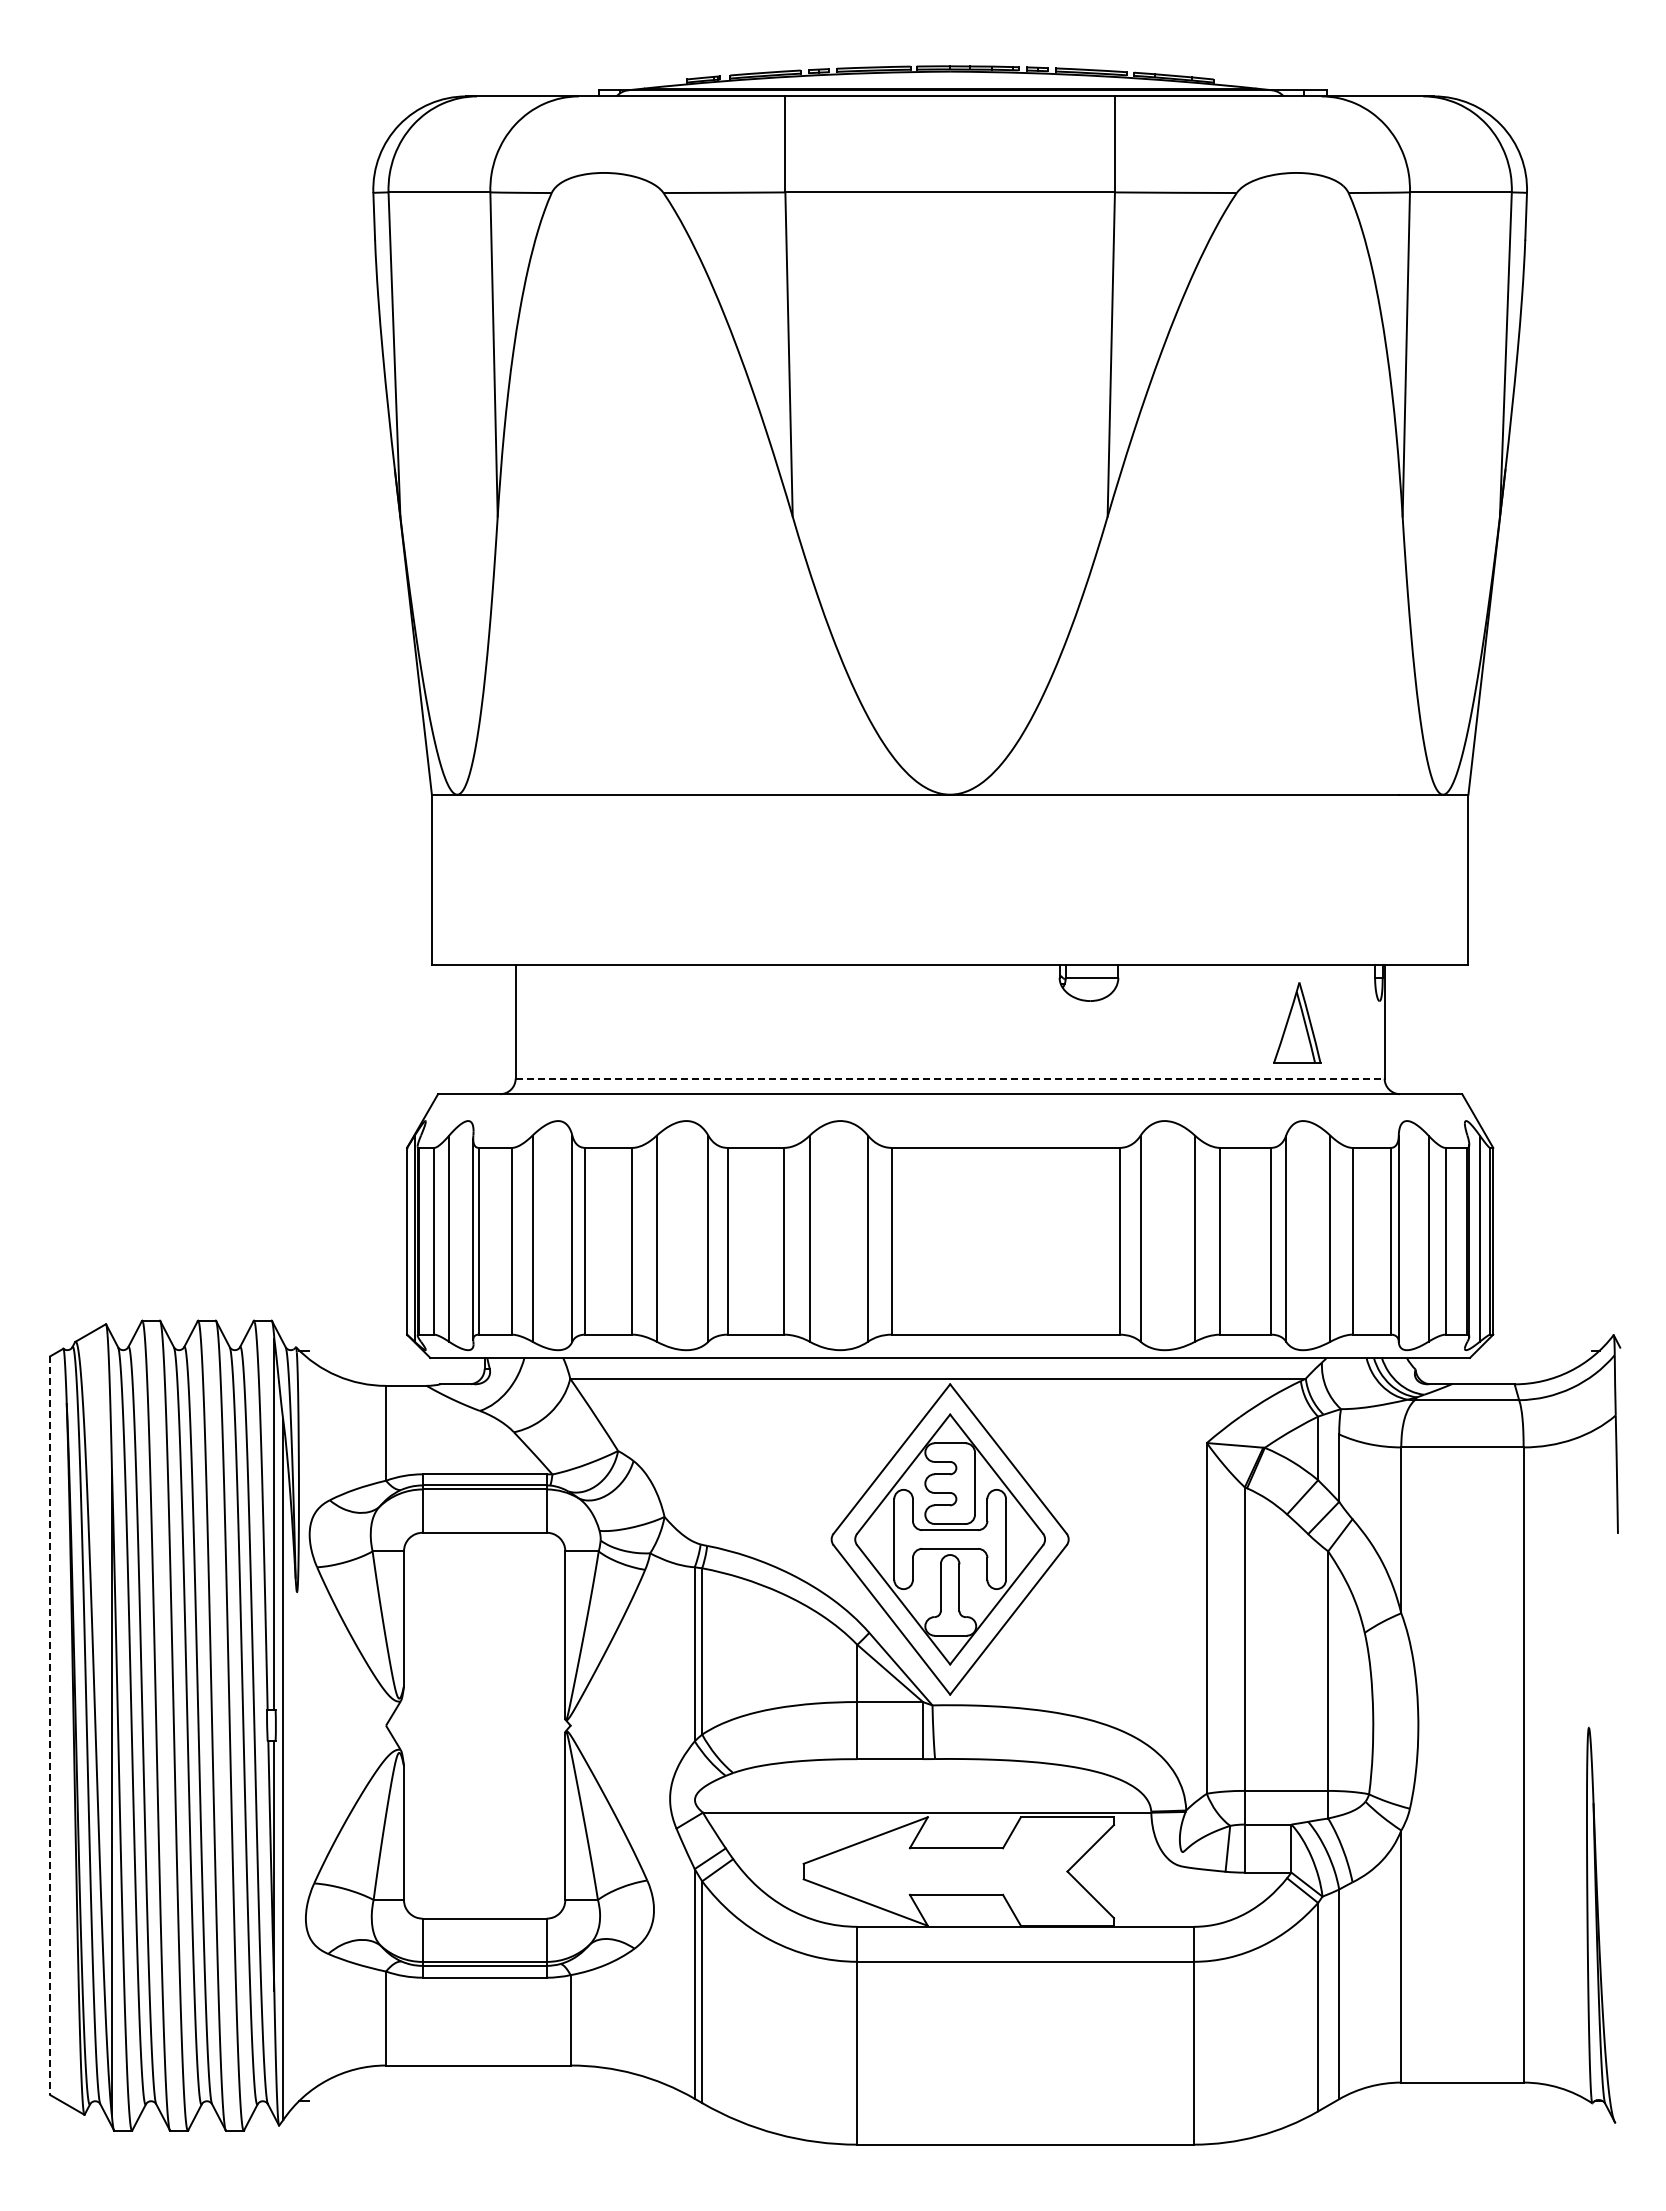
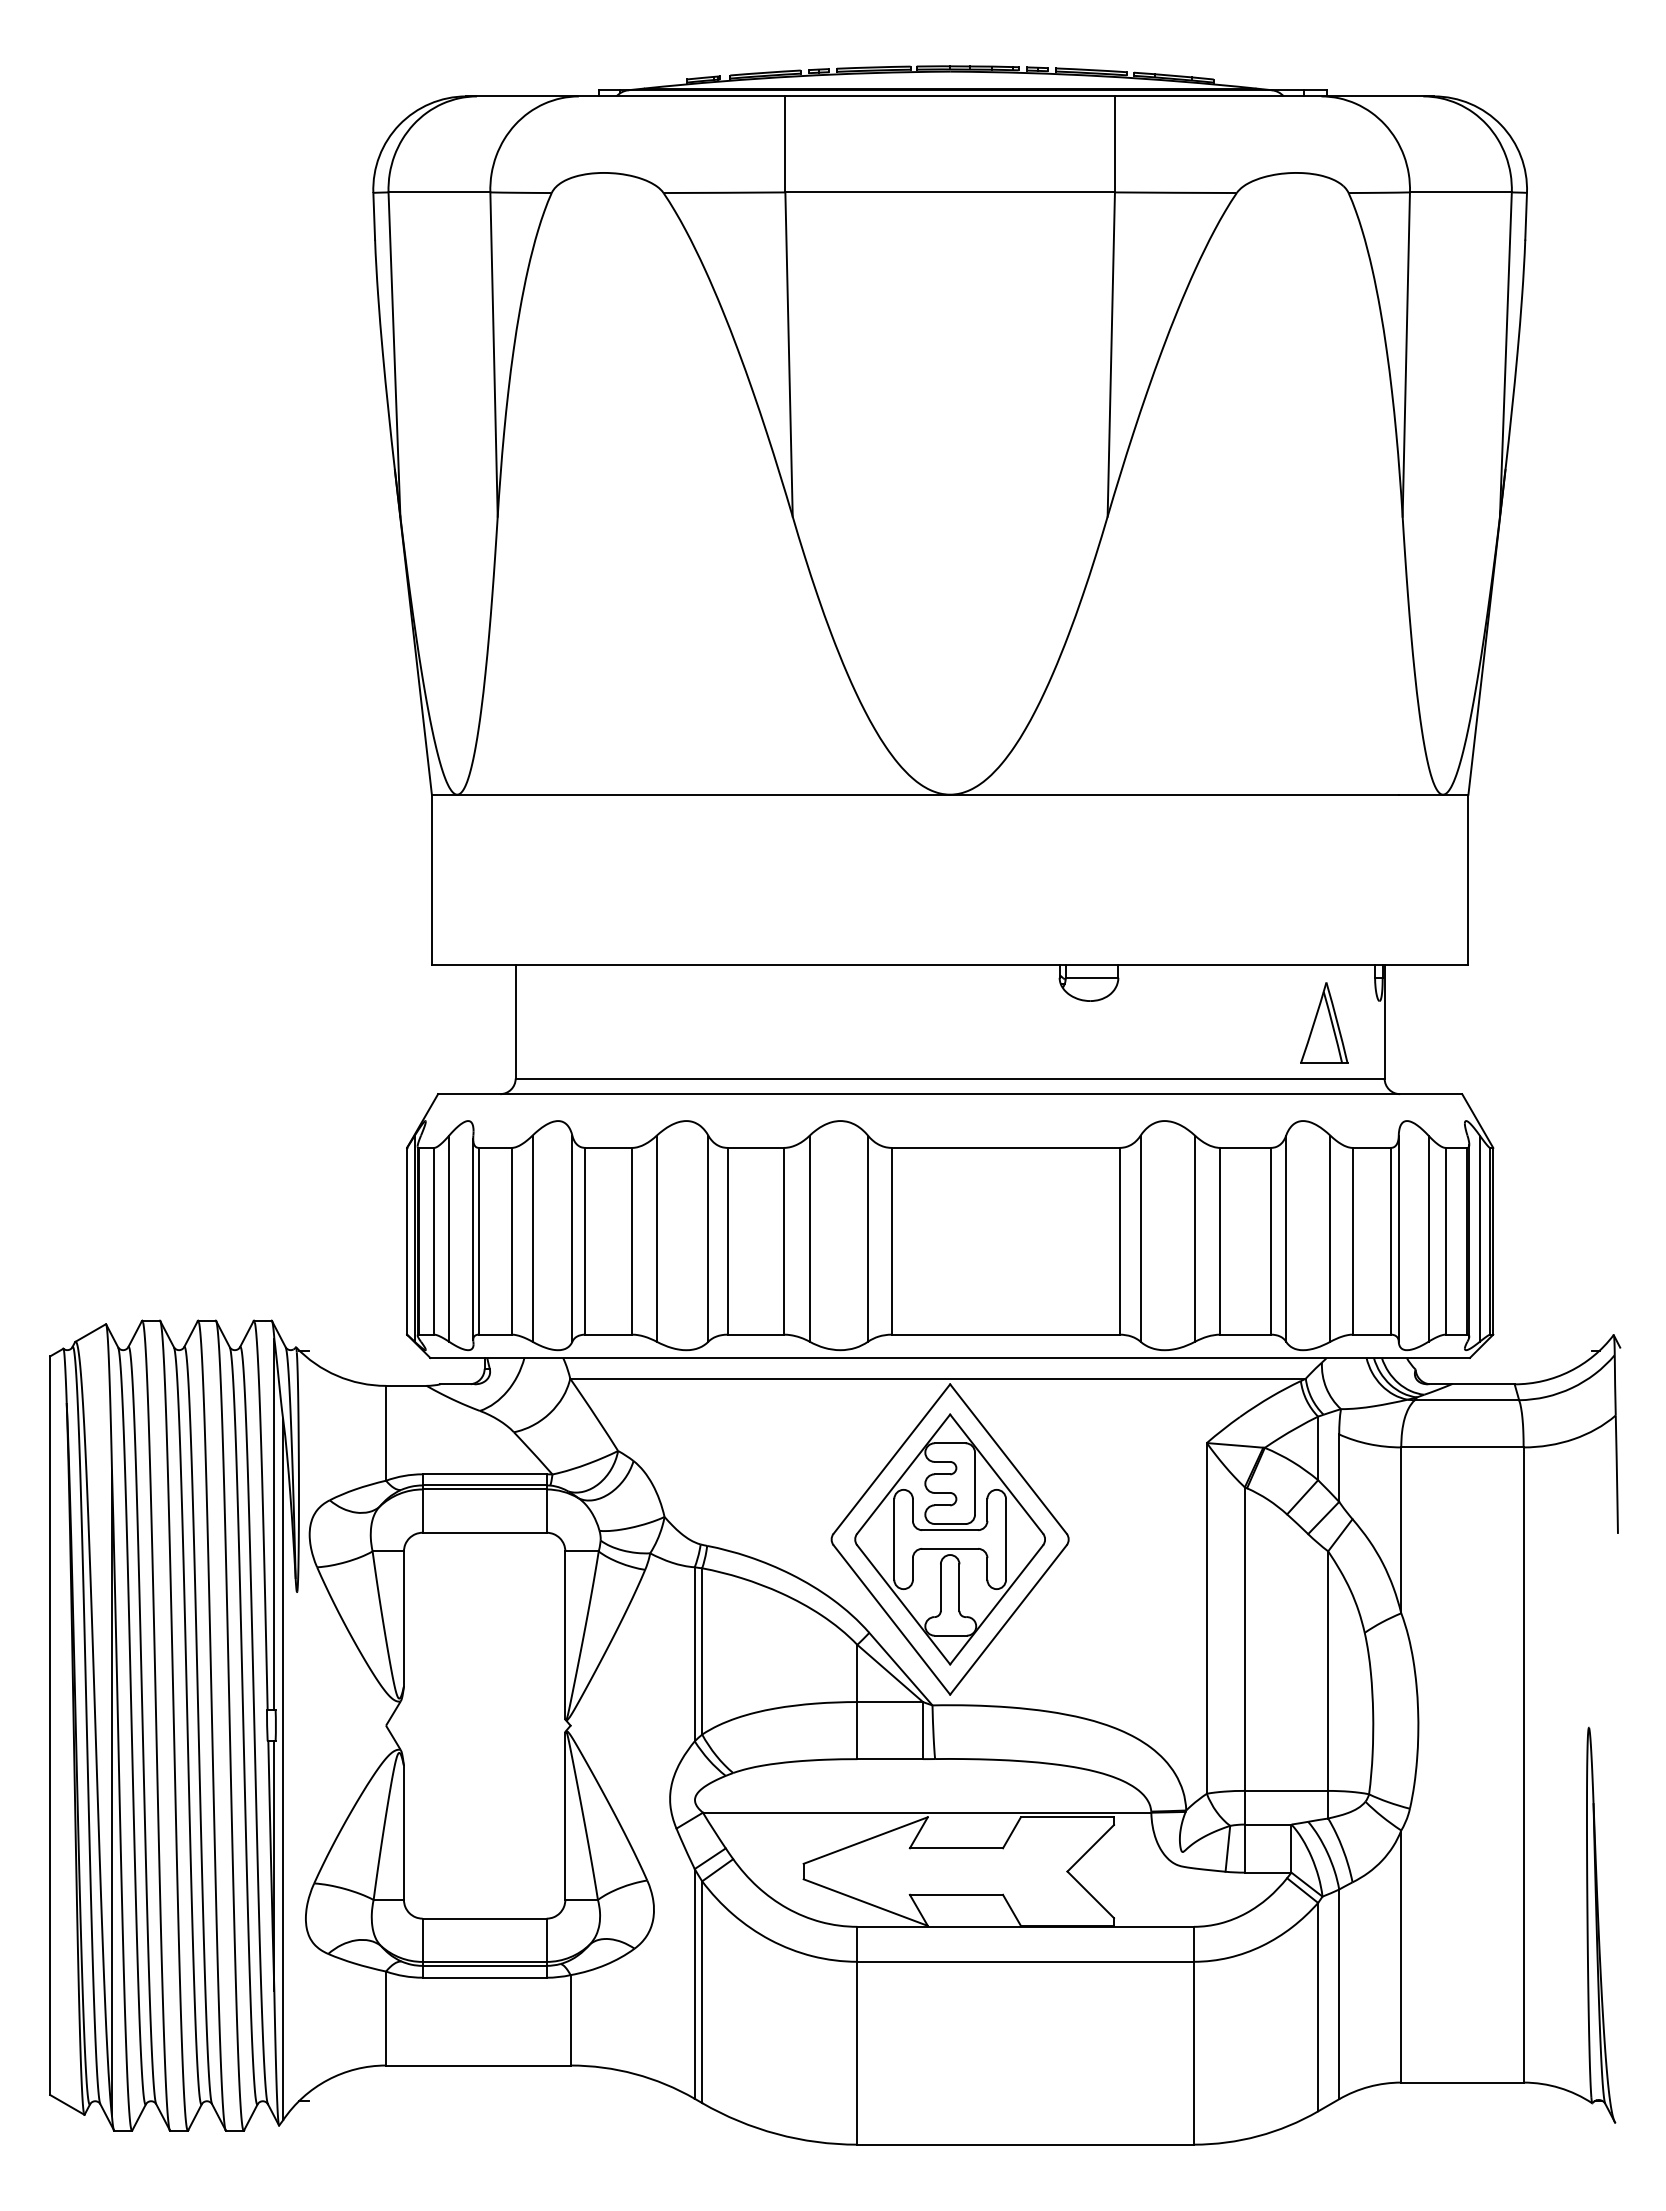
part at (1297, 1022) position: (1297, 1022) -> (1324, 1022)
line at (950, 1078): dashed -> solid
line at (50, 1726): dashed -> solid
